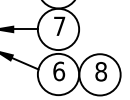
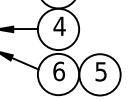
text at (59, 25): 7 -> 4
text at (100, 71): 8 -> 5
